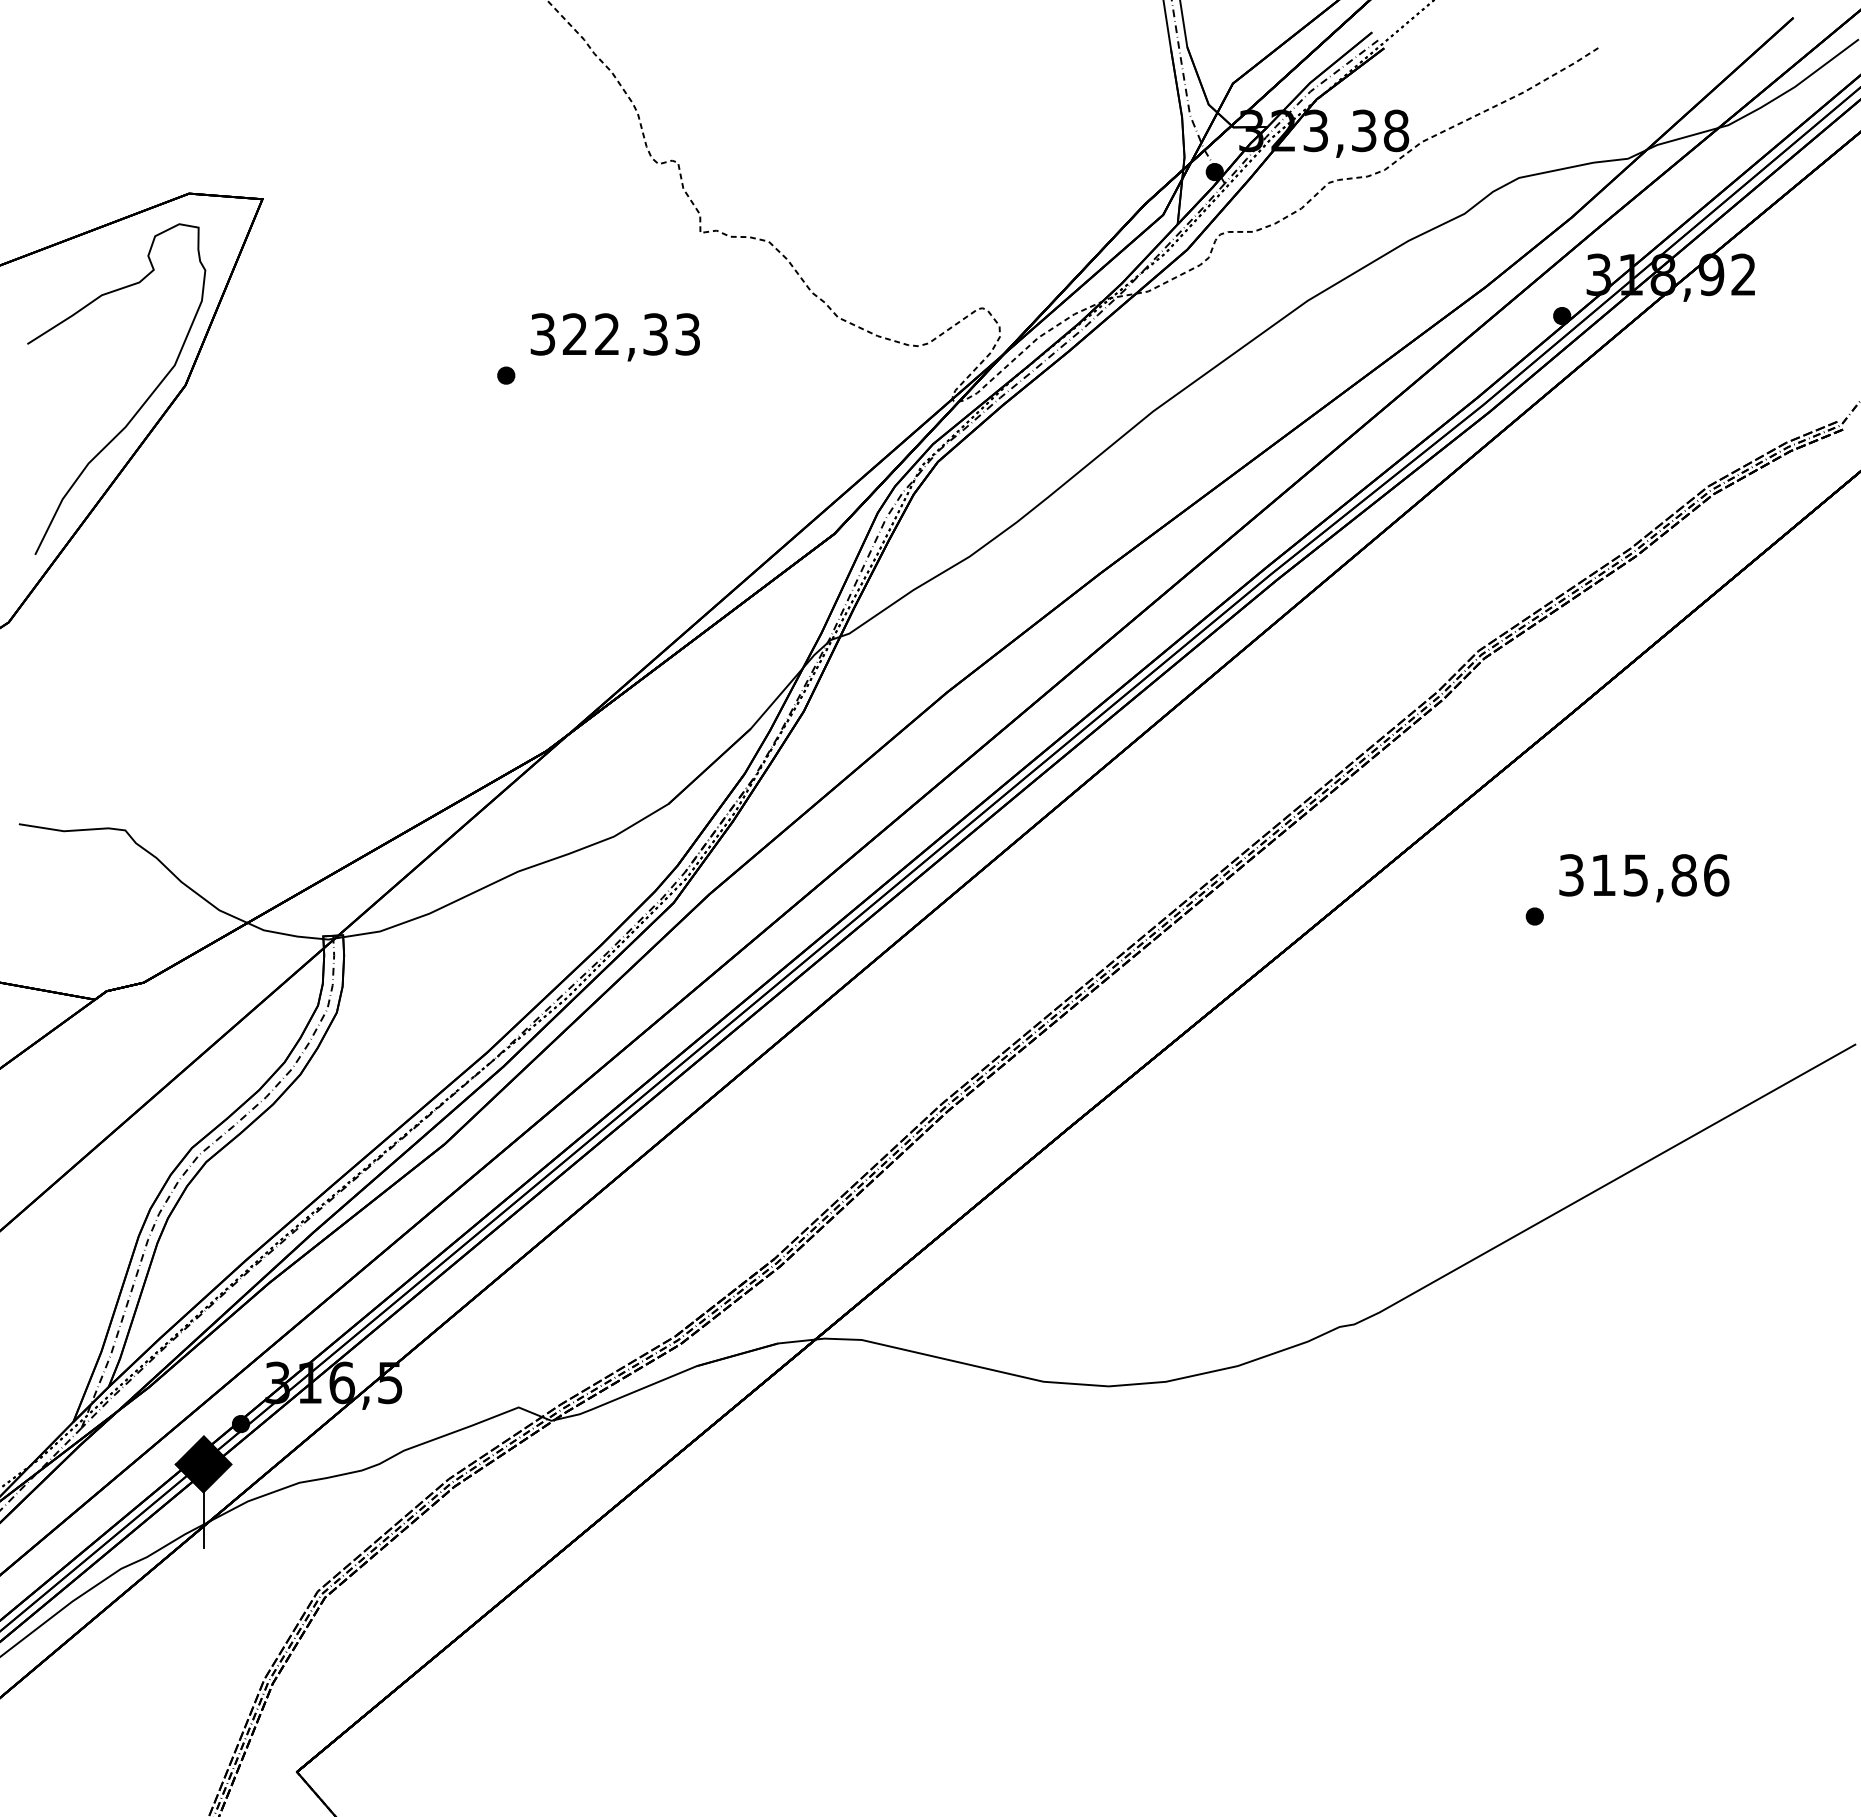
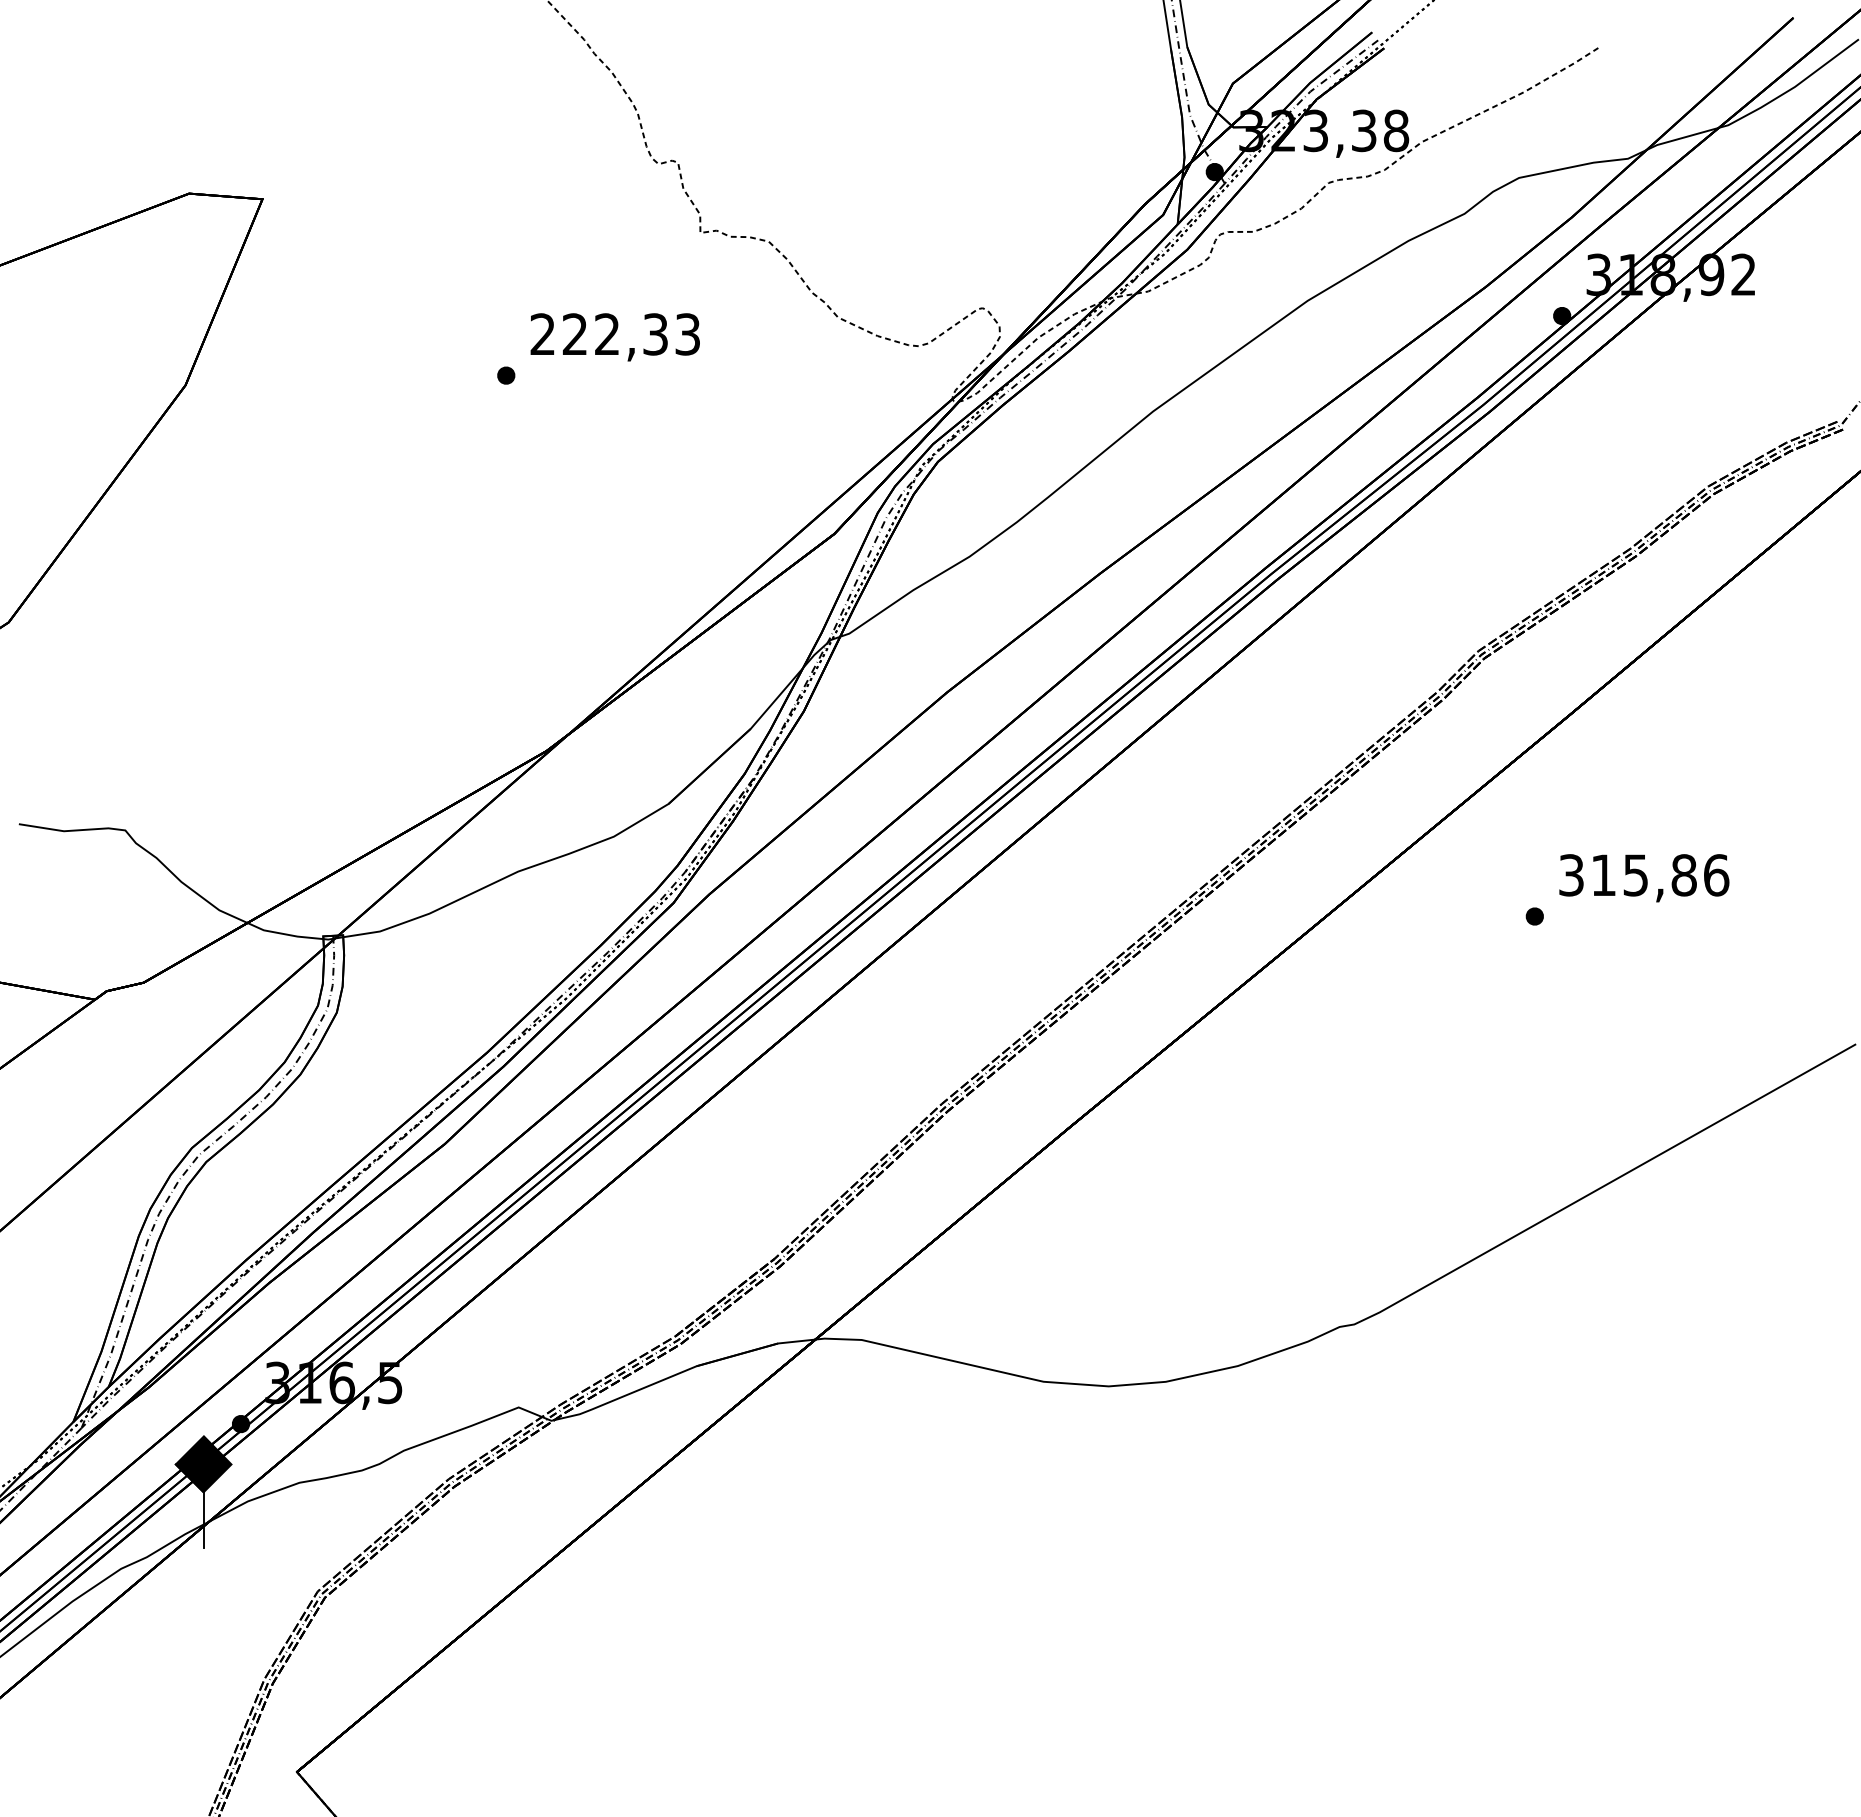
text at (542, 334): 322,33 -> 222,33
curve at (140, 406): present -> none
